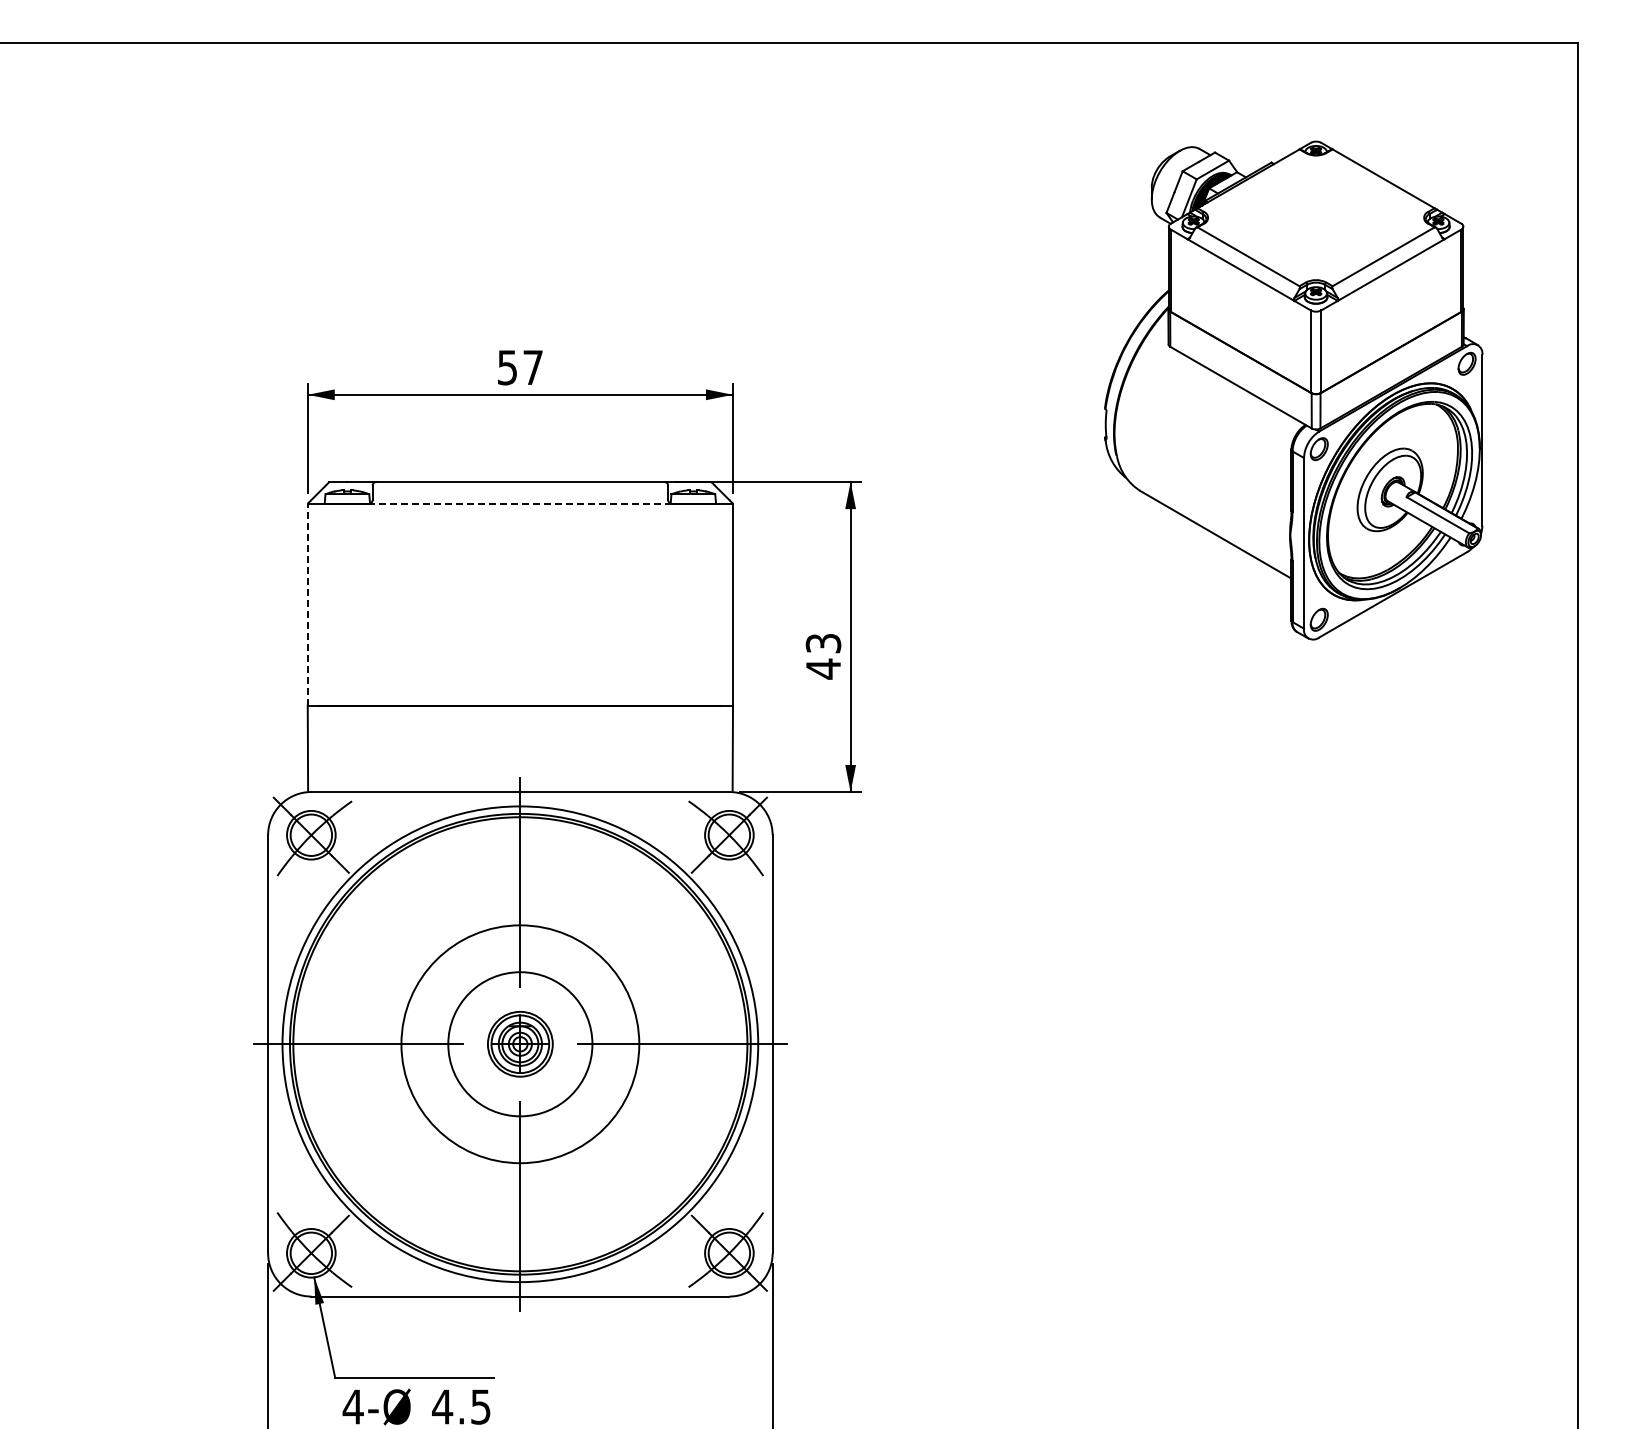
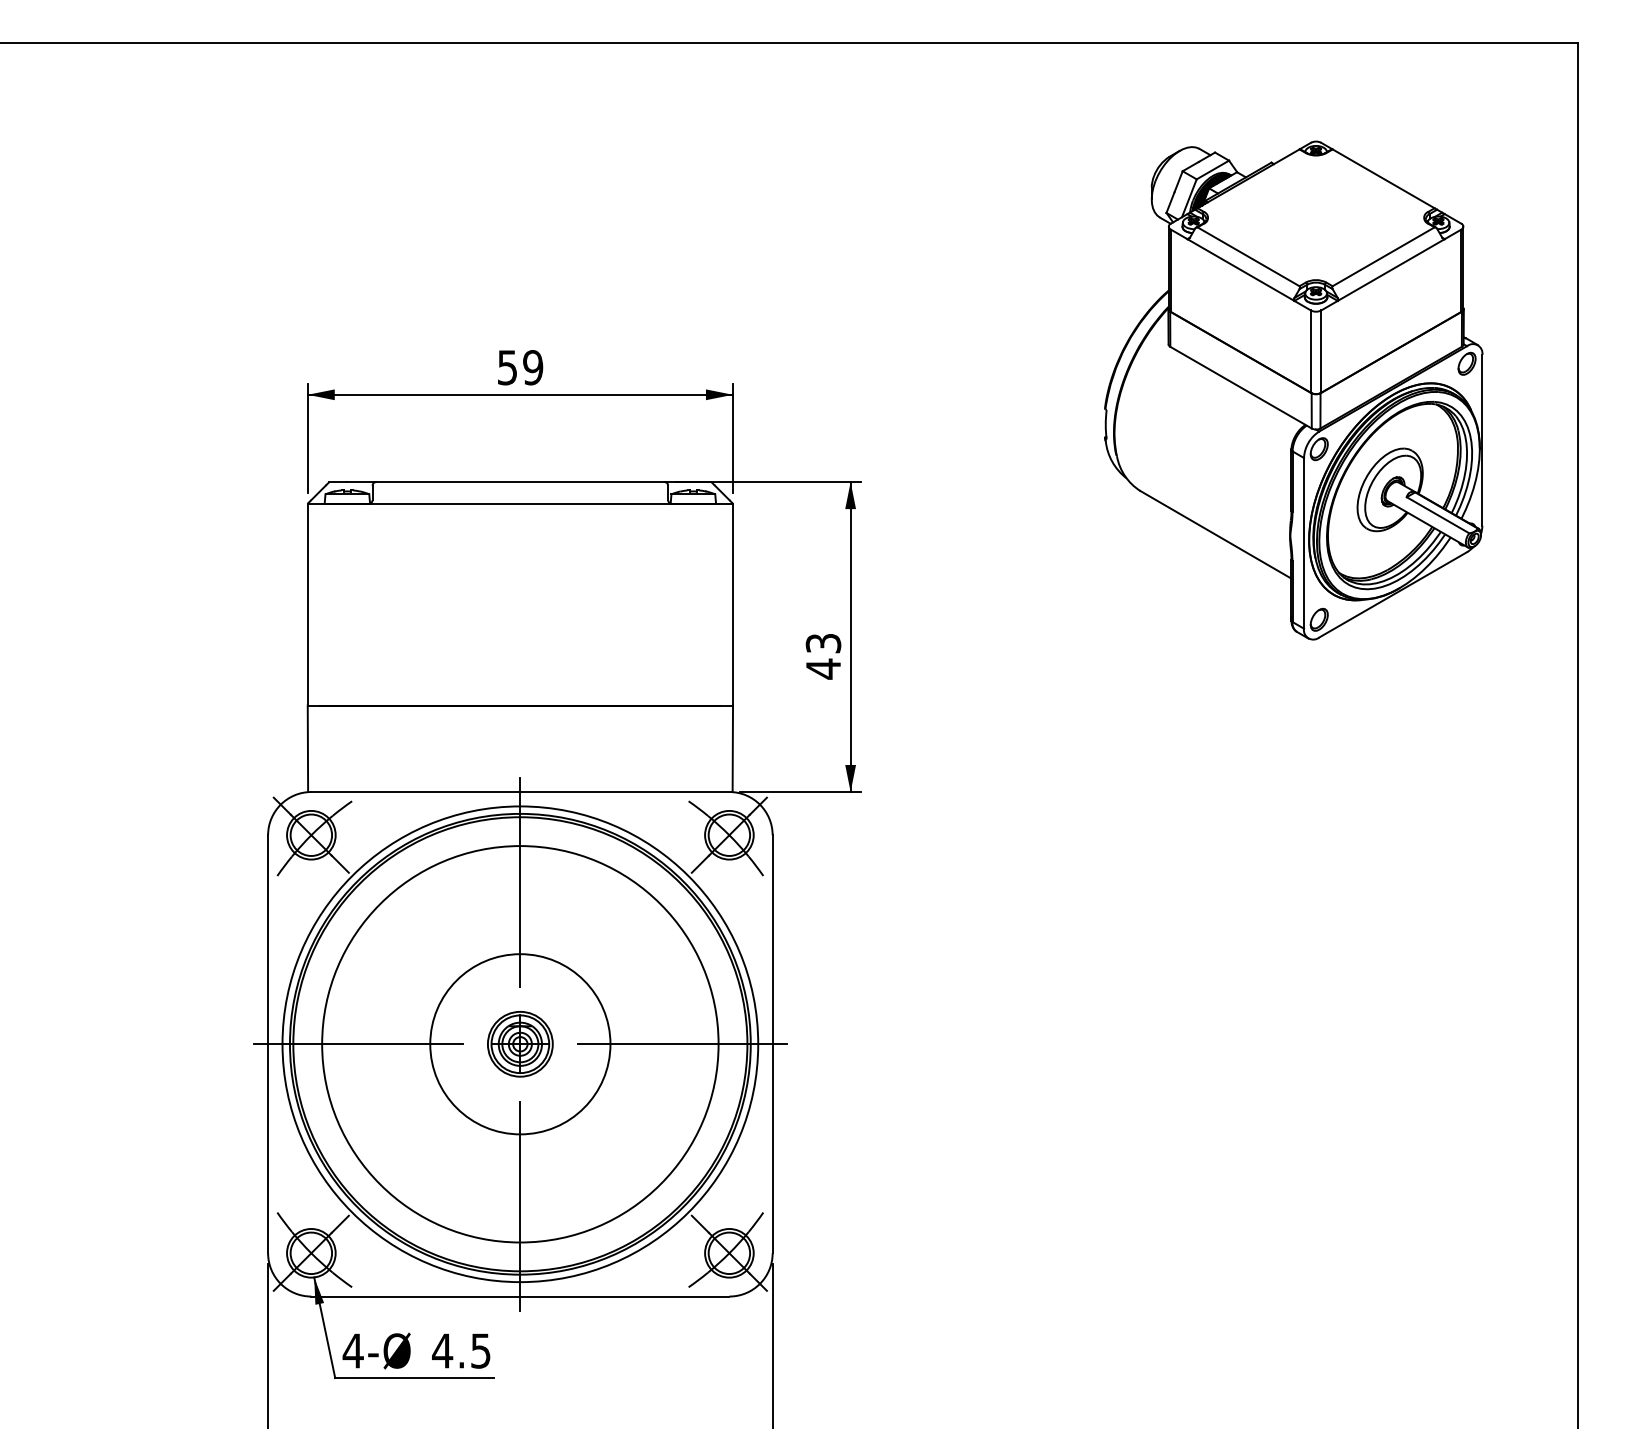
text at (533, 367): 57 -> 59
line at (519, 503): dashed -> solid
line at (307, 604): dashed -> solid
circle at (520, 1044) diameter: 144 px -> 180 px
circle at (520, 1044) diameter: 238 px -> 396 px
text at (416, 1406) position: (416, 1406) -> (416, 1350)
